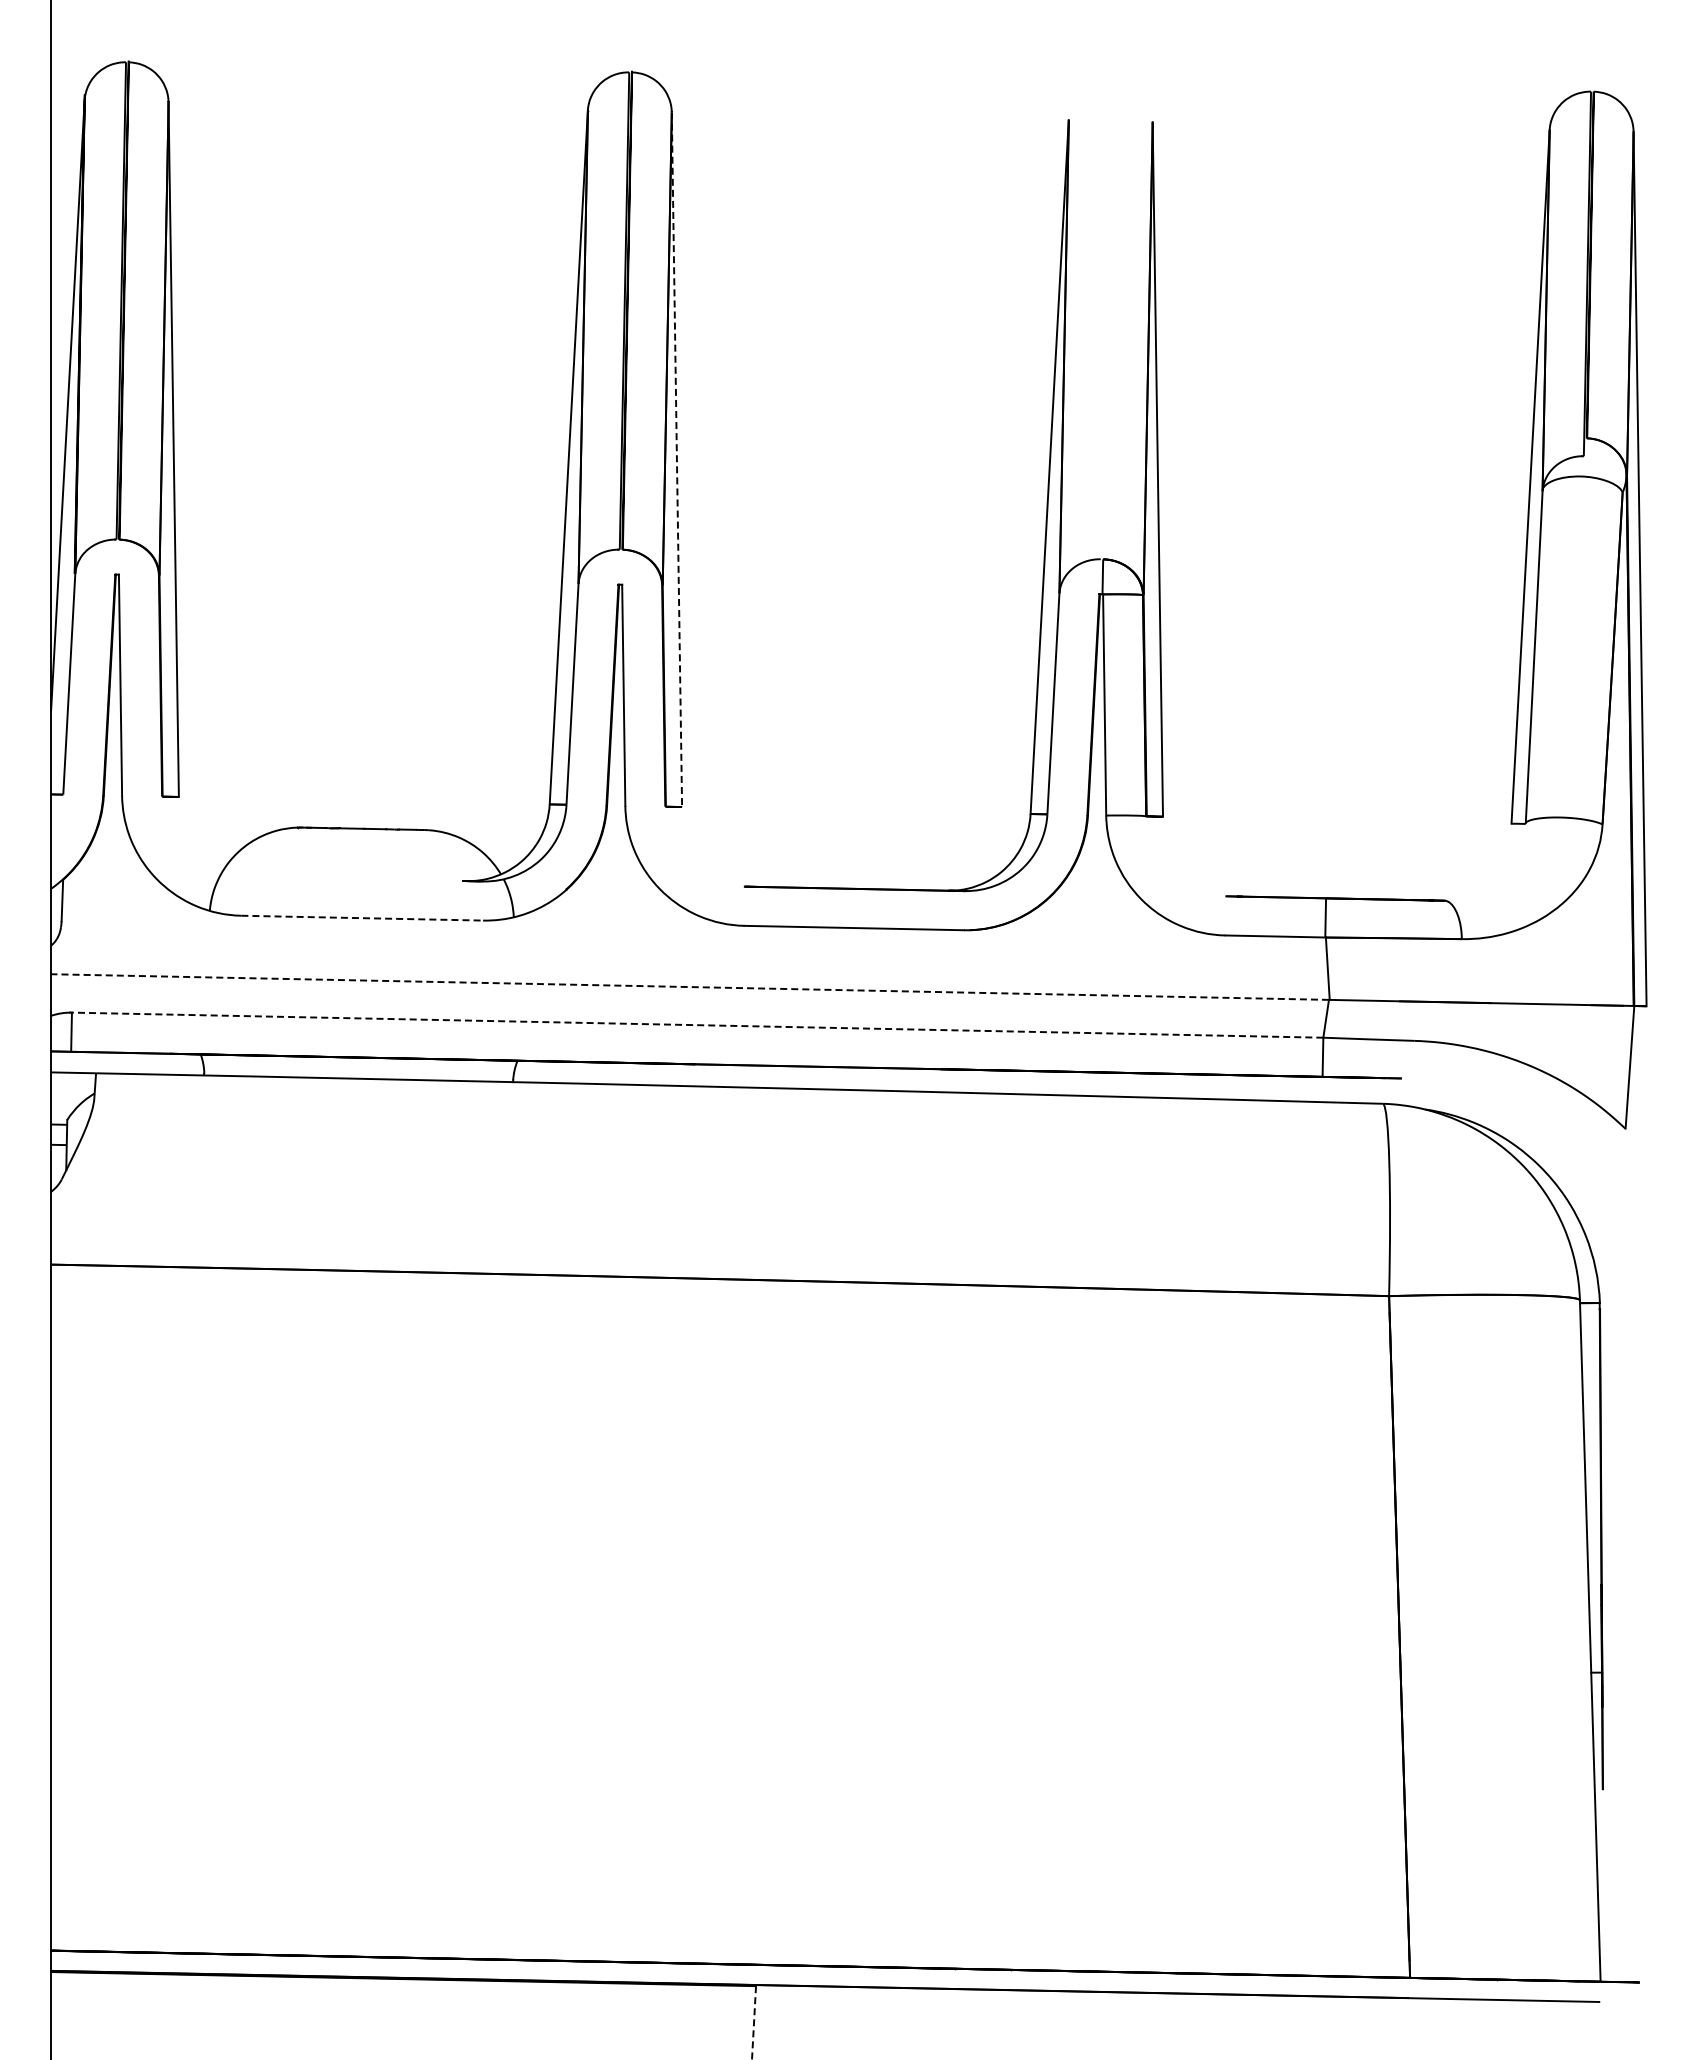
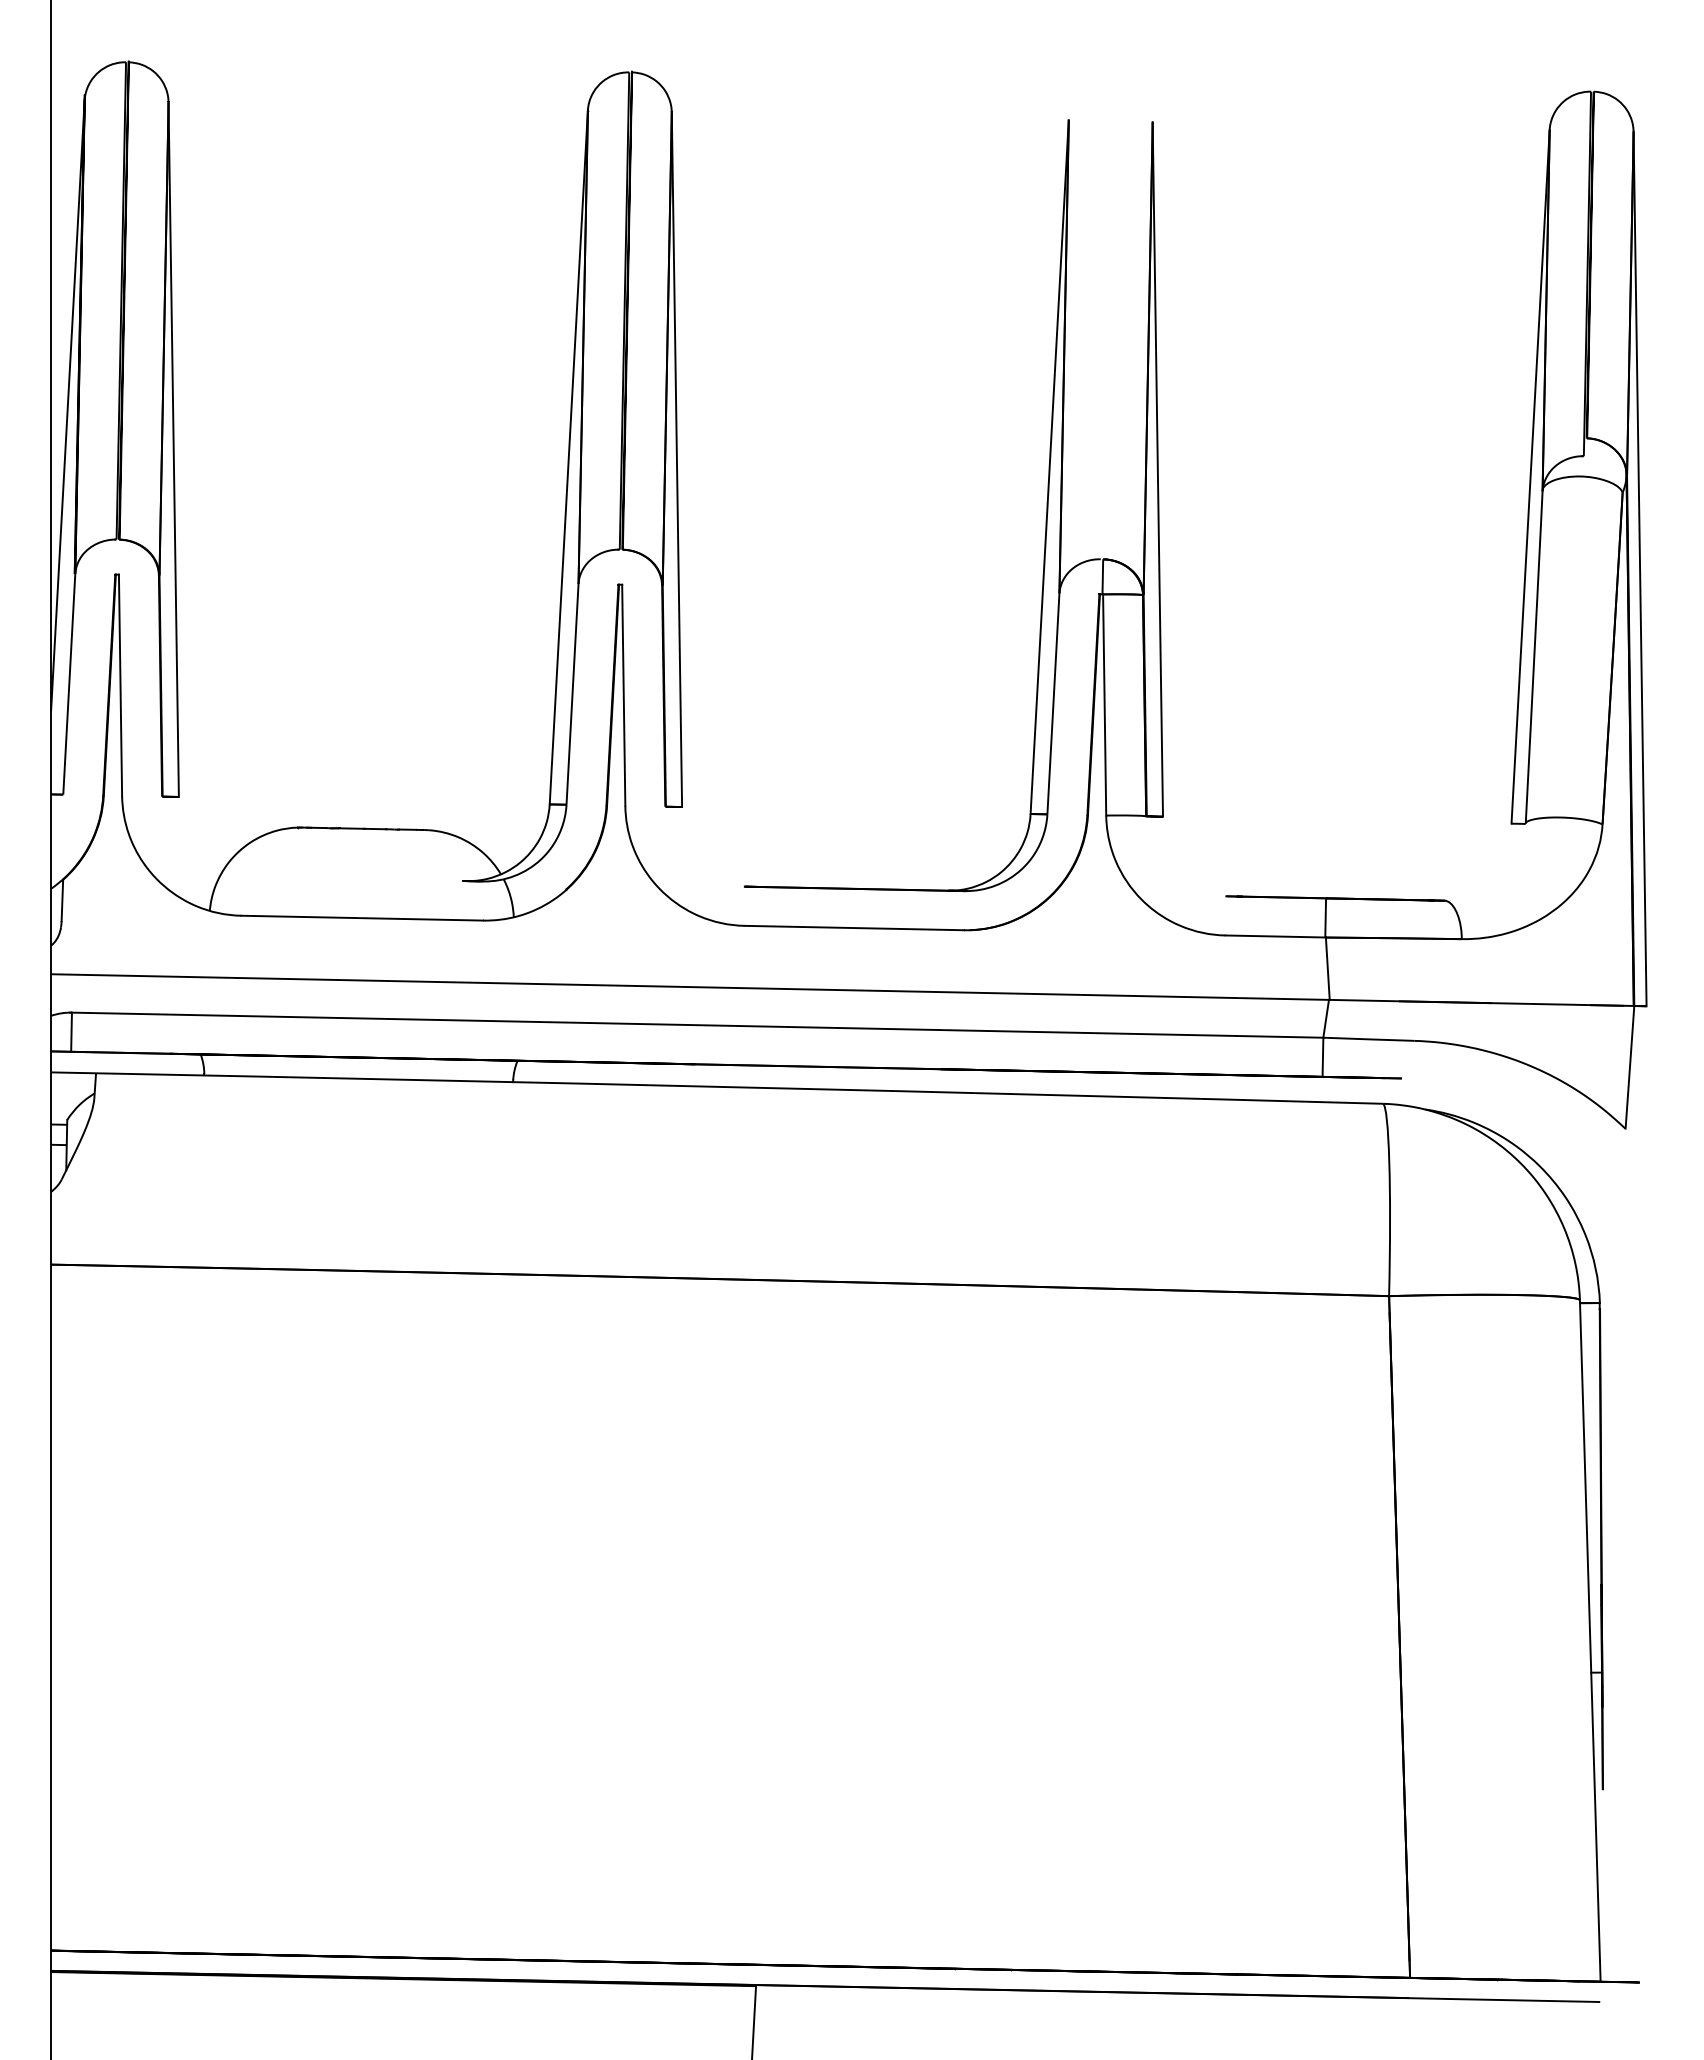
line at (676, 460): dashed -> solid
line at (362, 918): dashed -> solid
line at (689, 987): dashed -> solid
line at (697, 1025): dashed -> solid
line at (754, 2023): dashed -> solid
